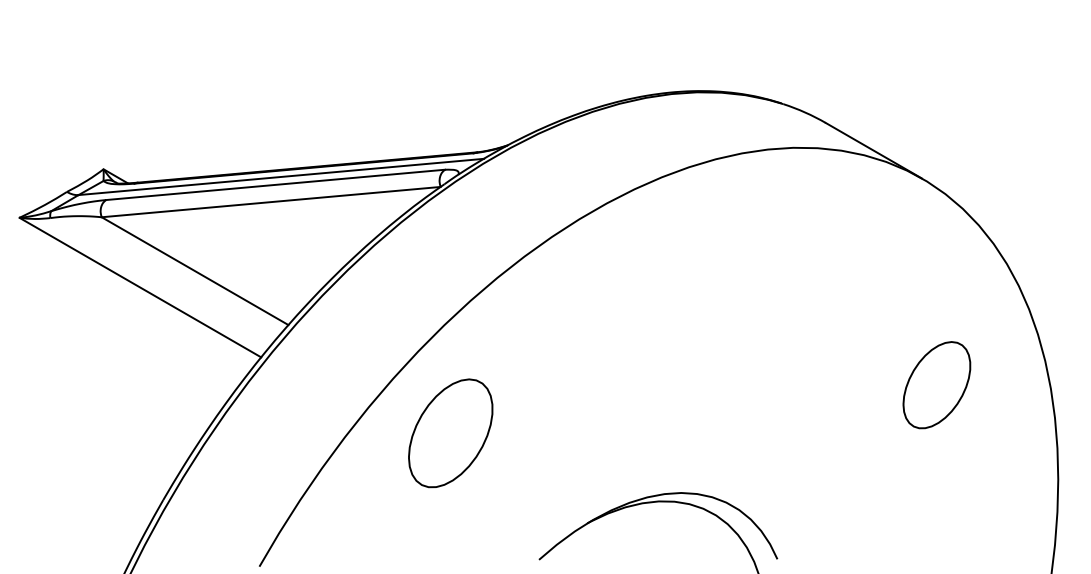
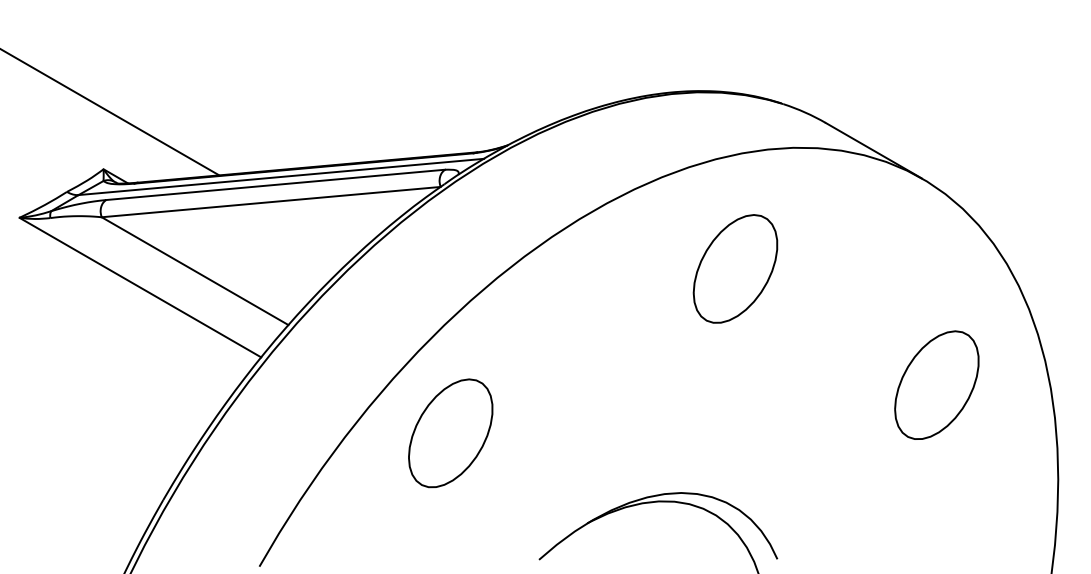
line at (110, 112): none -> present
part at (735, 268): none -> present
part at (936, 385) size: 70x89 px -> 86x110 px
